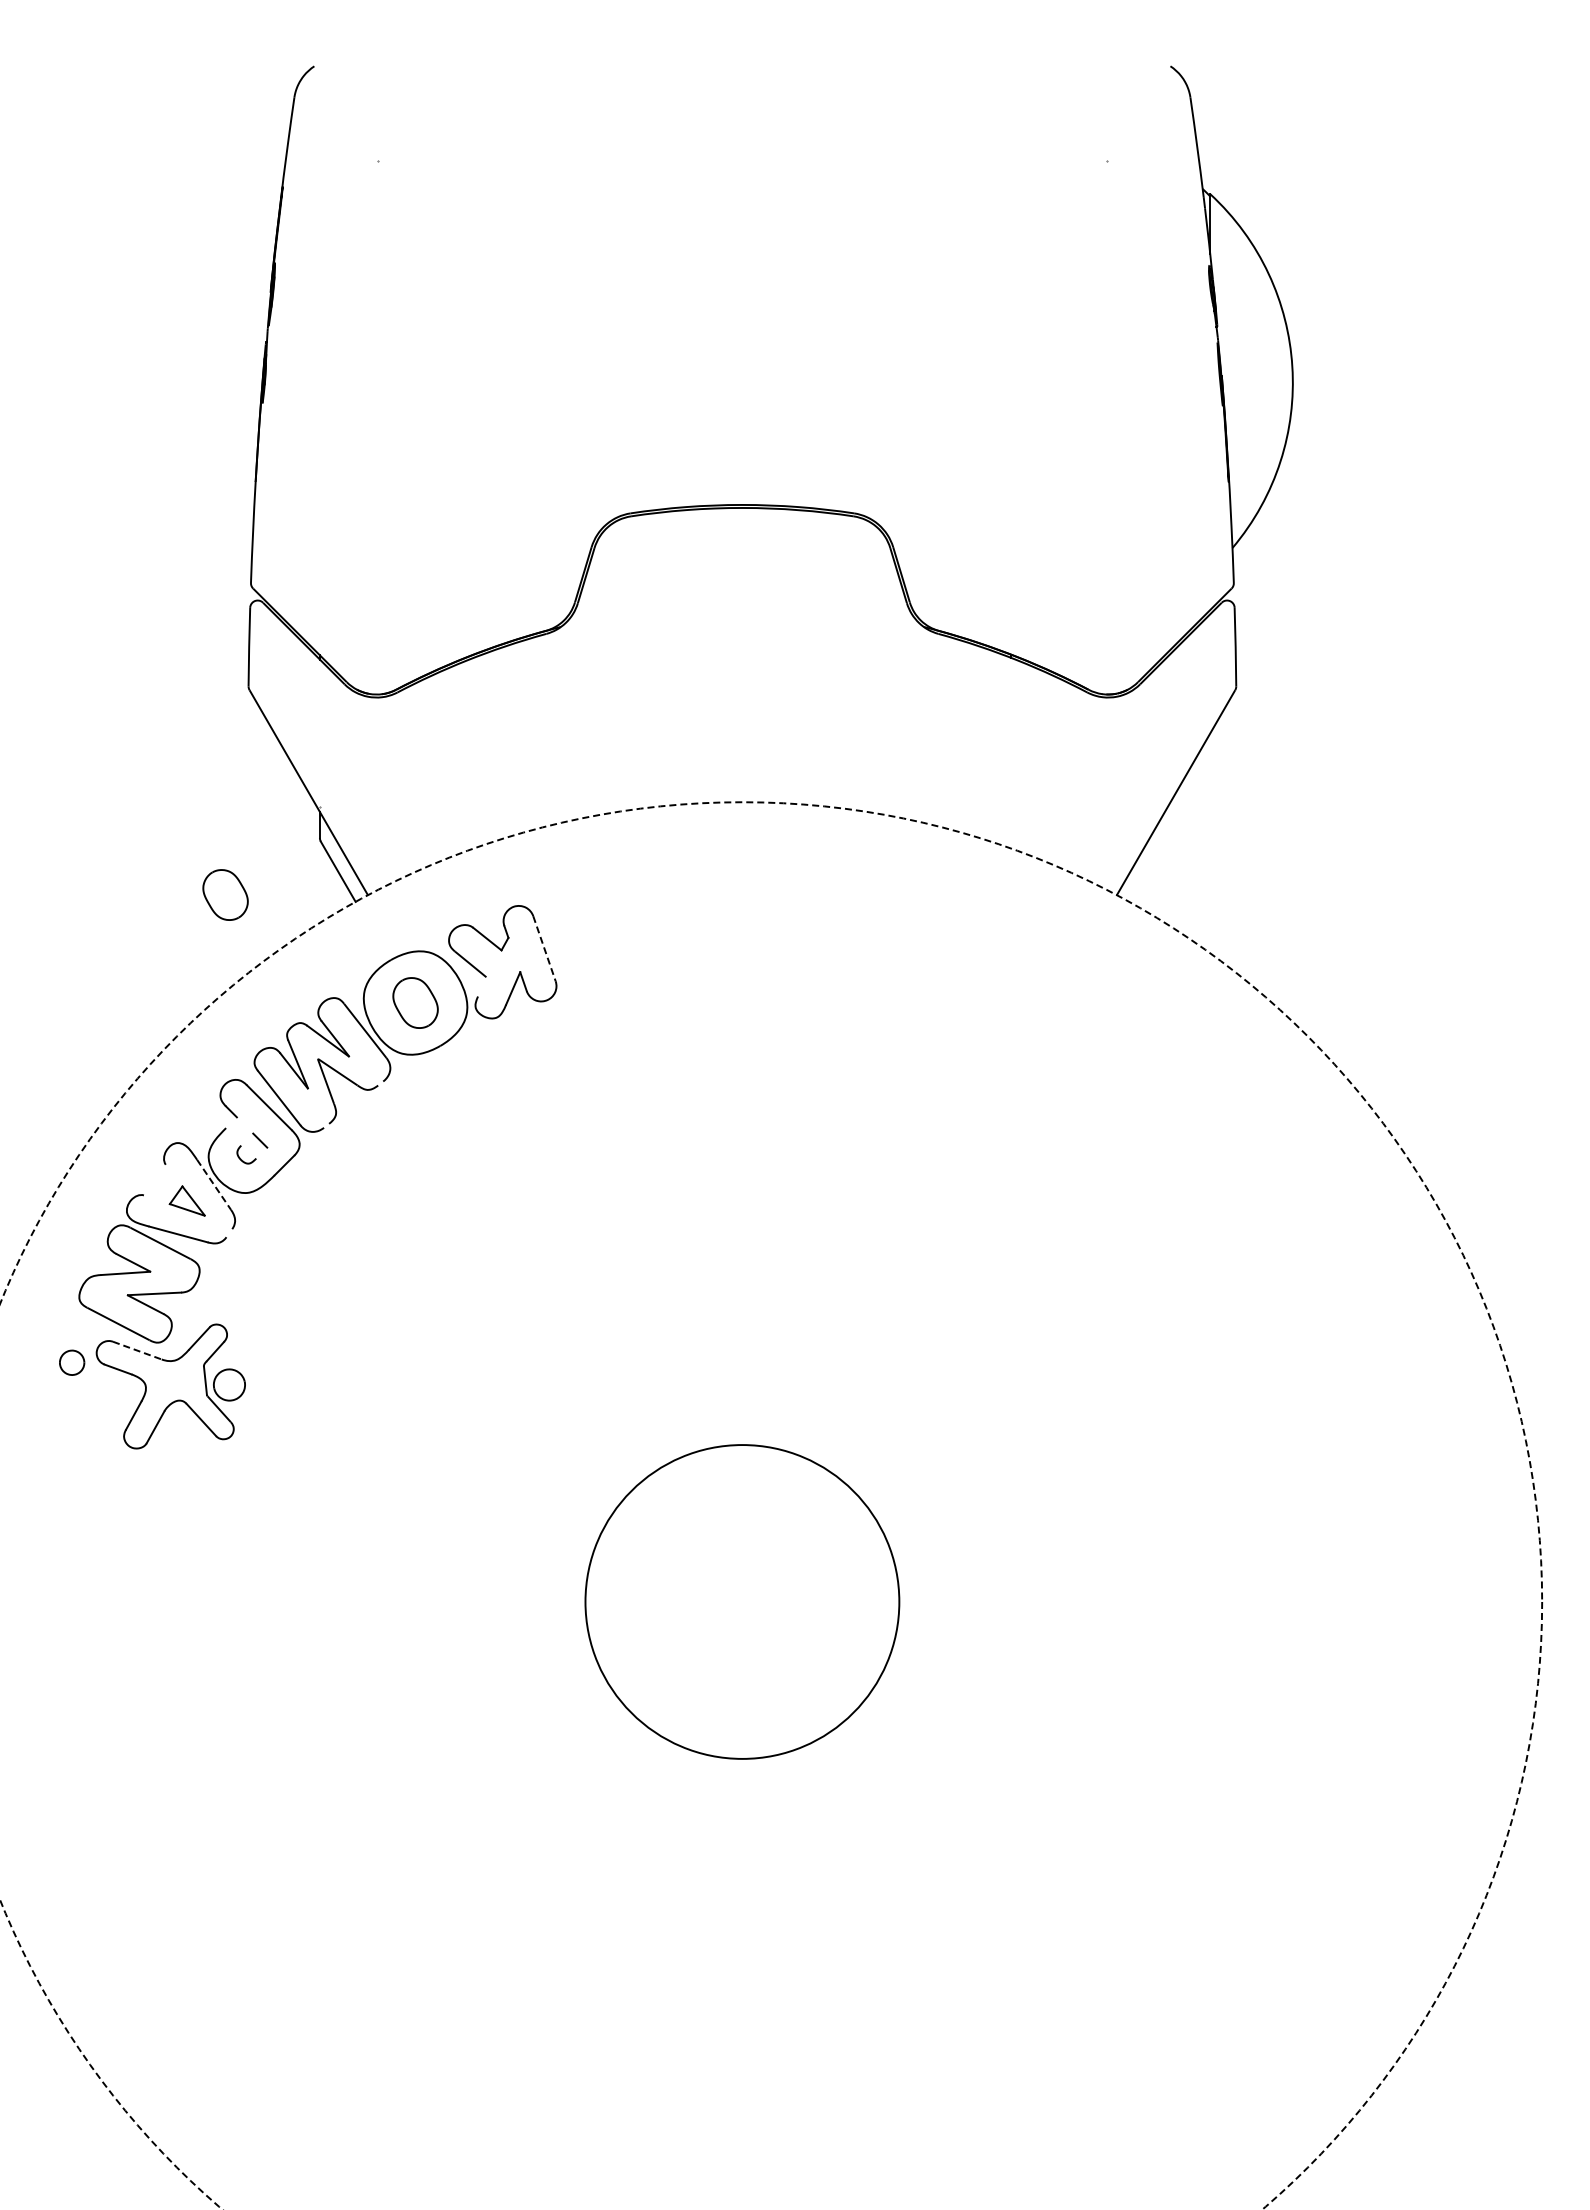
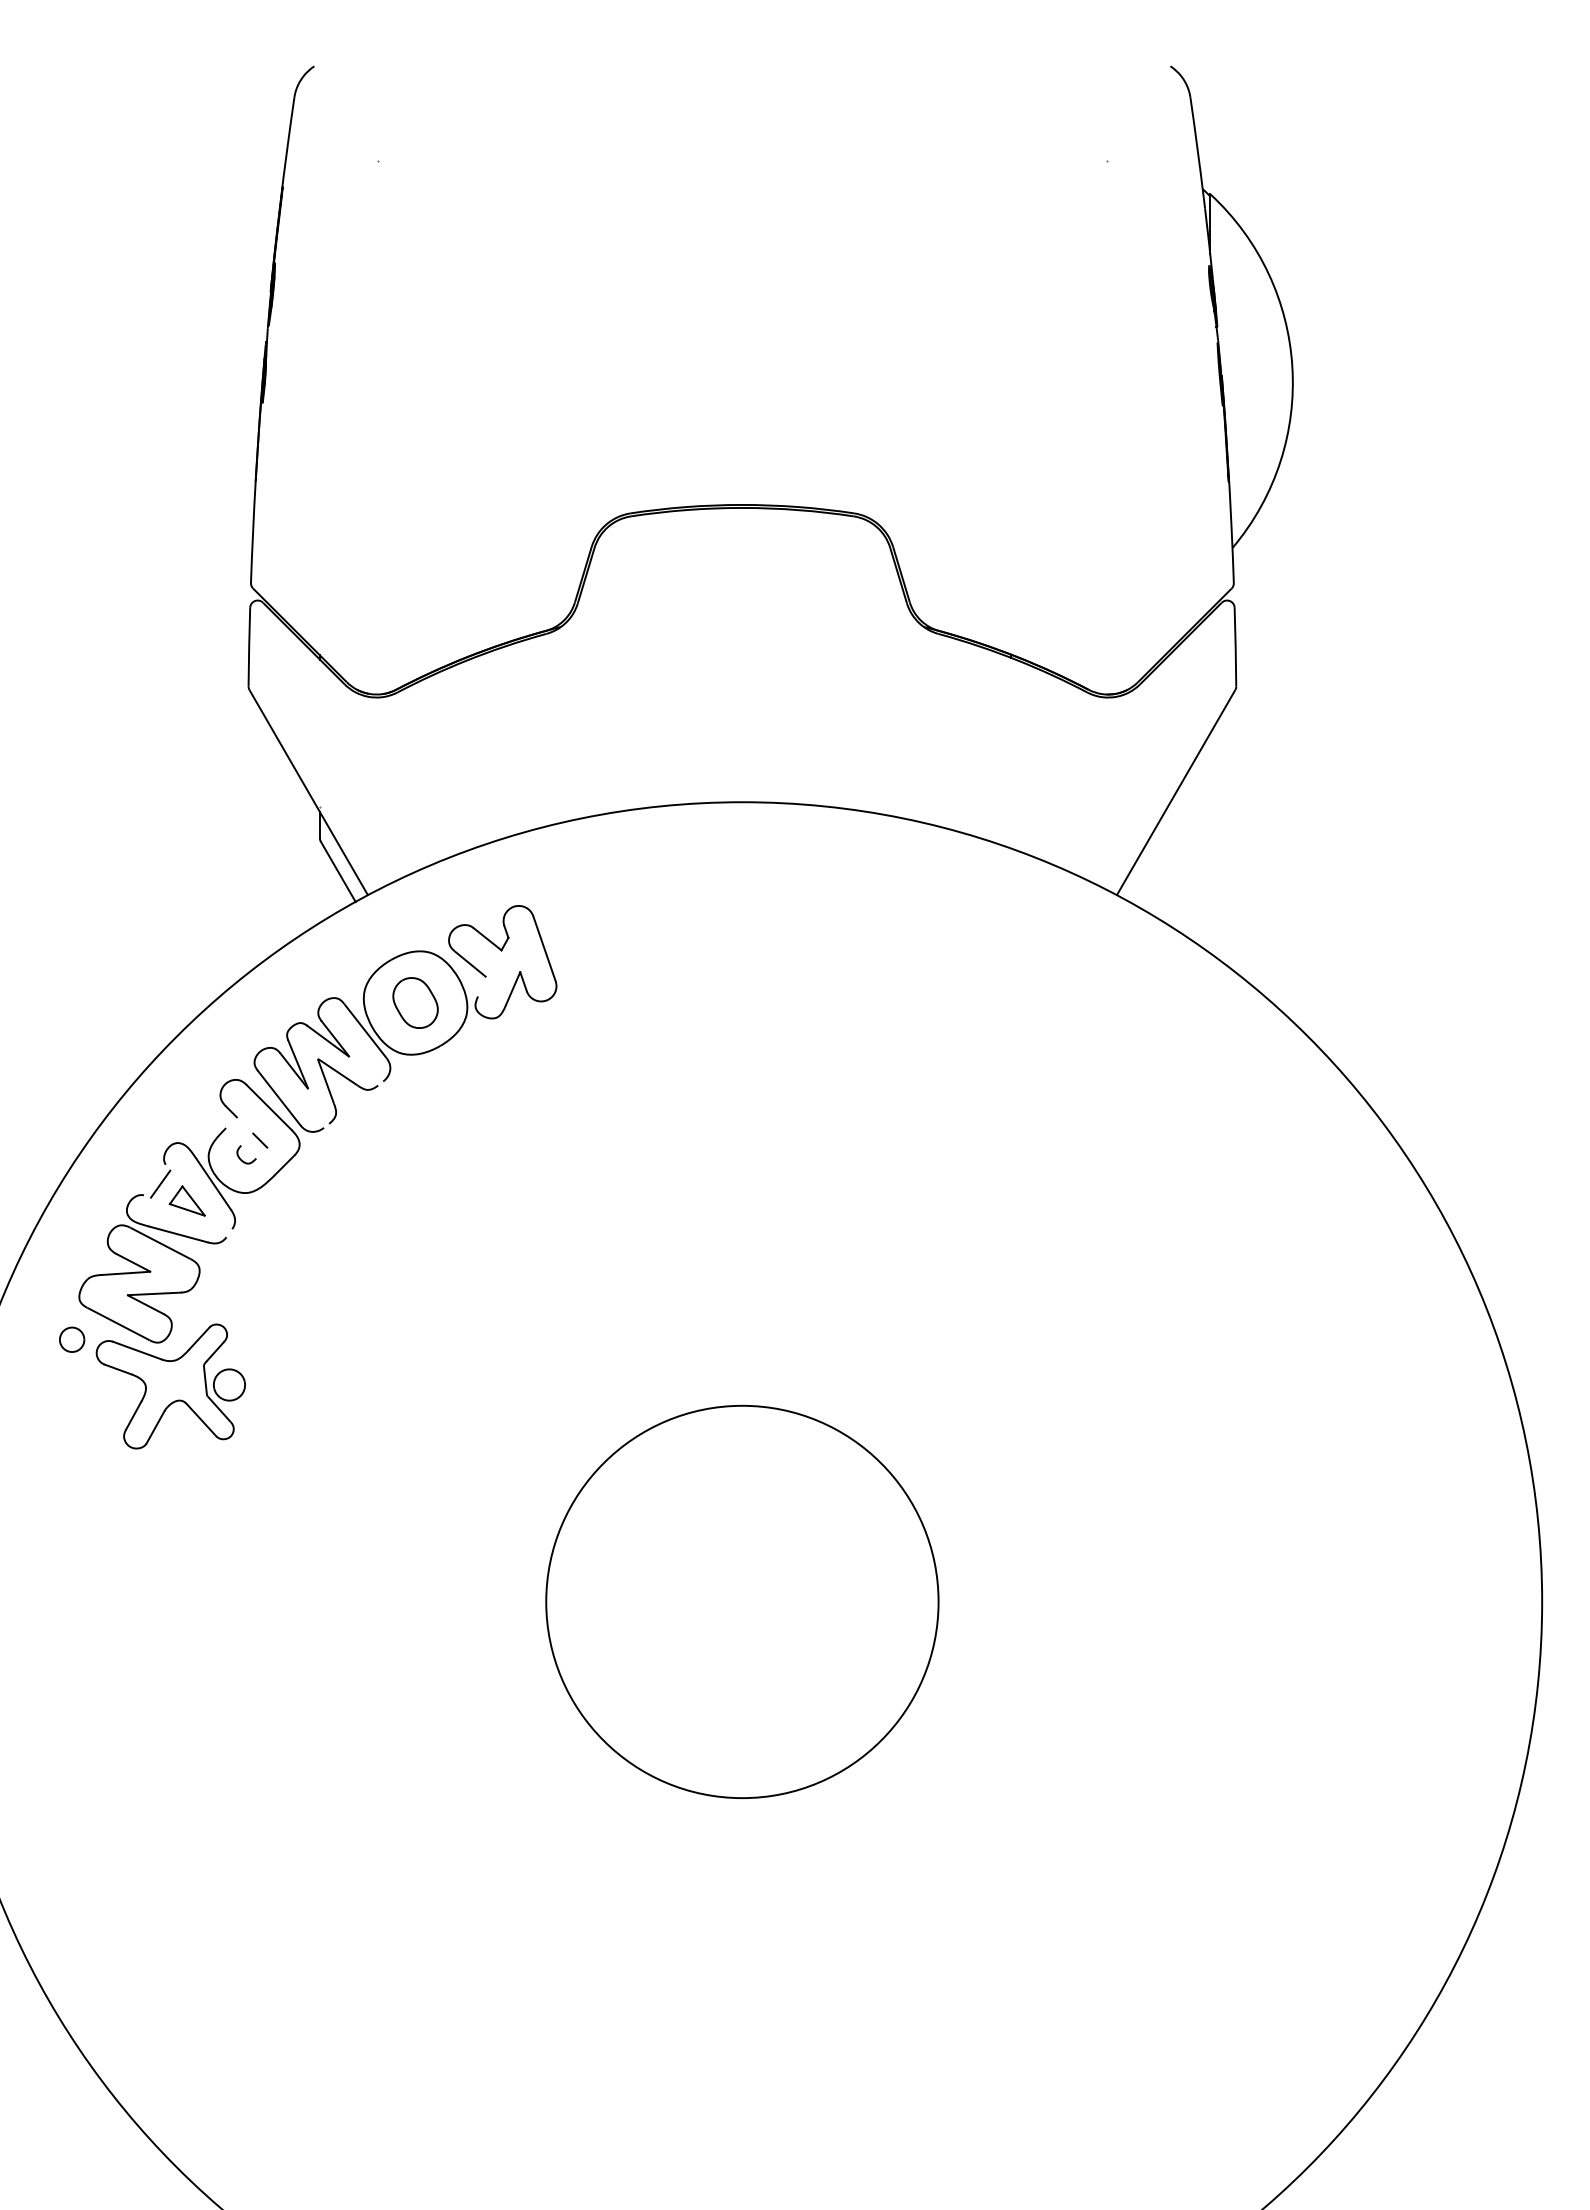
part at (225, 894): present -> none
line at (544, 949): dashed -> solid
line at (160, 1183): none -> present
line at (214, 1185): dashed -> solid
line at (137, 1350): dashed -> solid
part at (72, 1362) position: (72, 1362) -> (72, 1339)
circle at (771, 1505): dashed -> solid
circle at (742, 1601) diameter: 314 px -> 392 px
